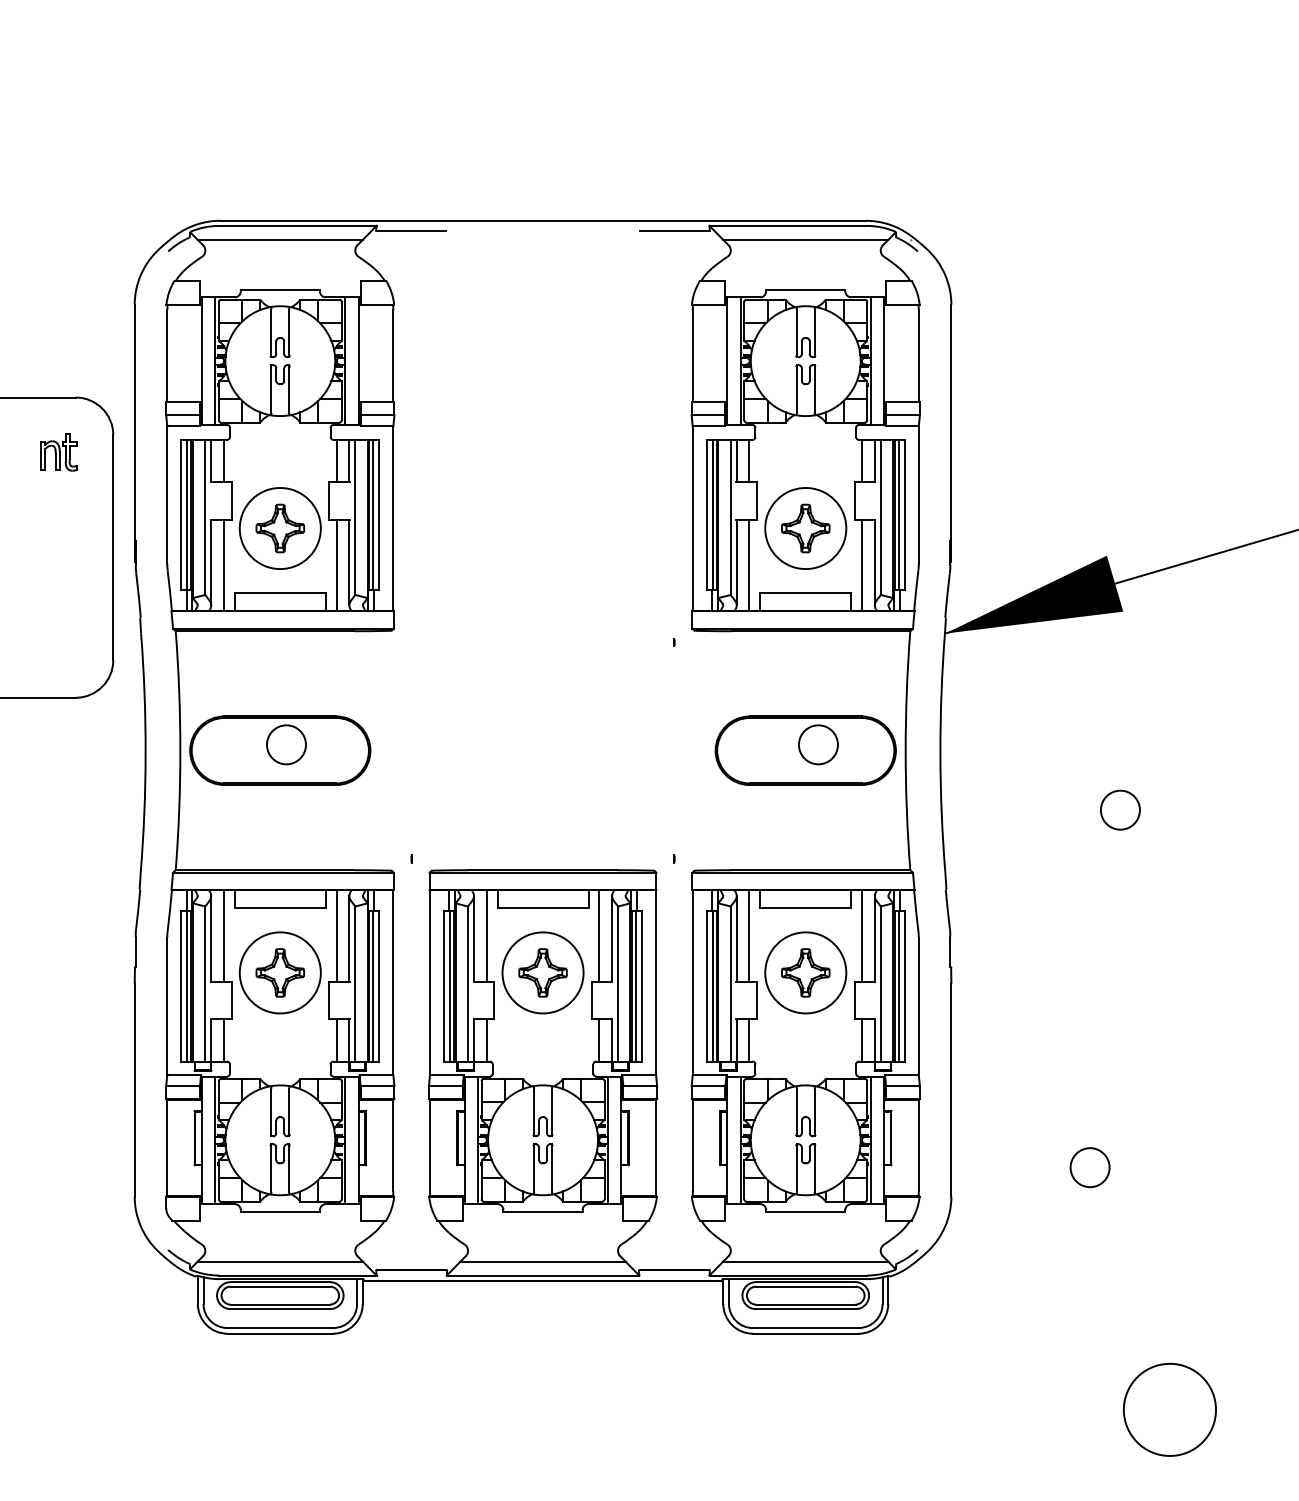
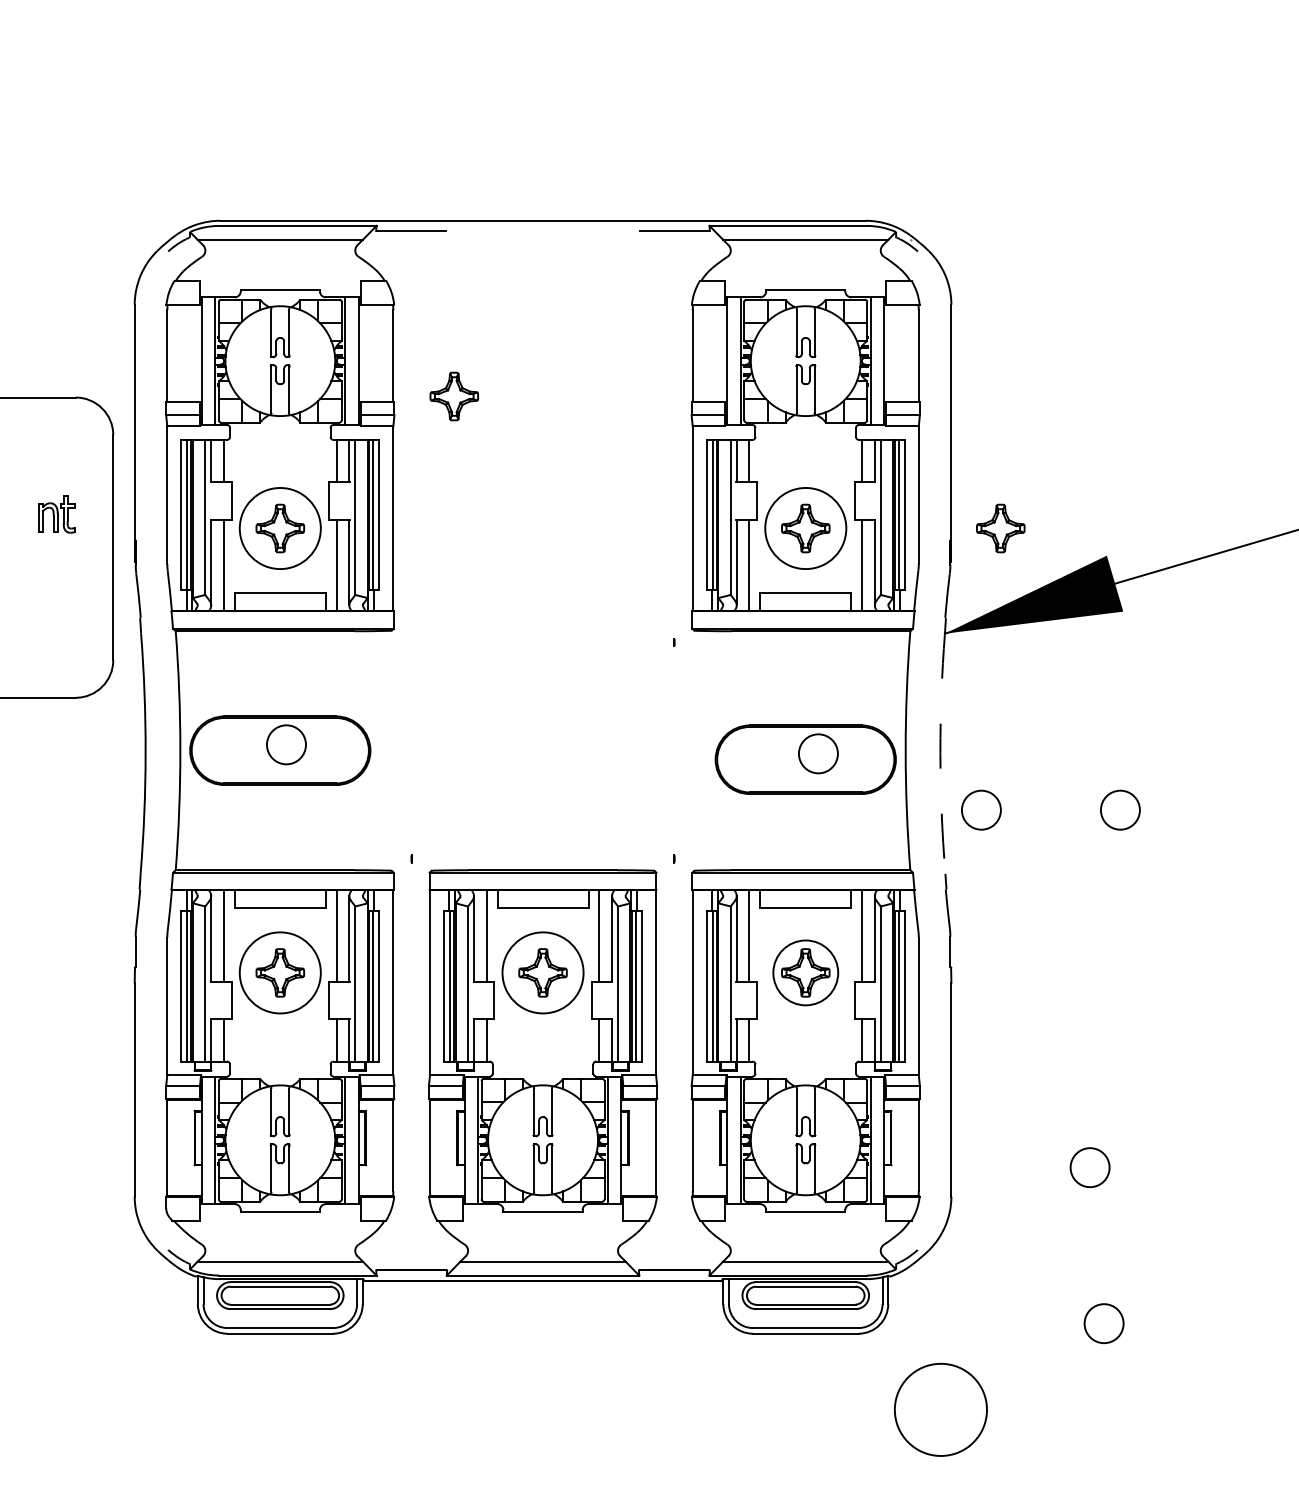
part at (453, 396): none -> present
part at (58, 452) position: (58, 452) -> (56, 514)
part at (1000, 528): none -> present
part at (805, 750) position: (805, 750) -> (805, 759)
arc at (940, 753): solid -> dashed
circle at (981, 809): none -> present
circle at (805, 972) diameter: 81 px -> 65 px
circle at (1103, 1323): none -> present
circle at (1169, 1409) position: (1169, 1409) -> (940, 1409)
